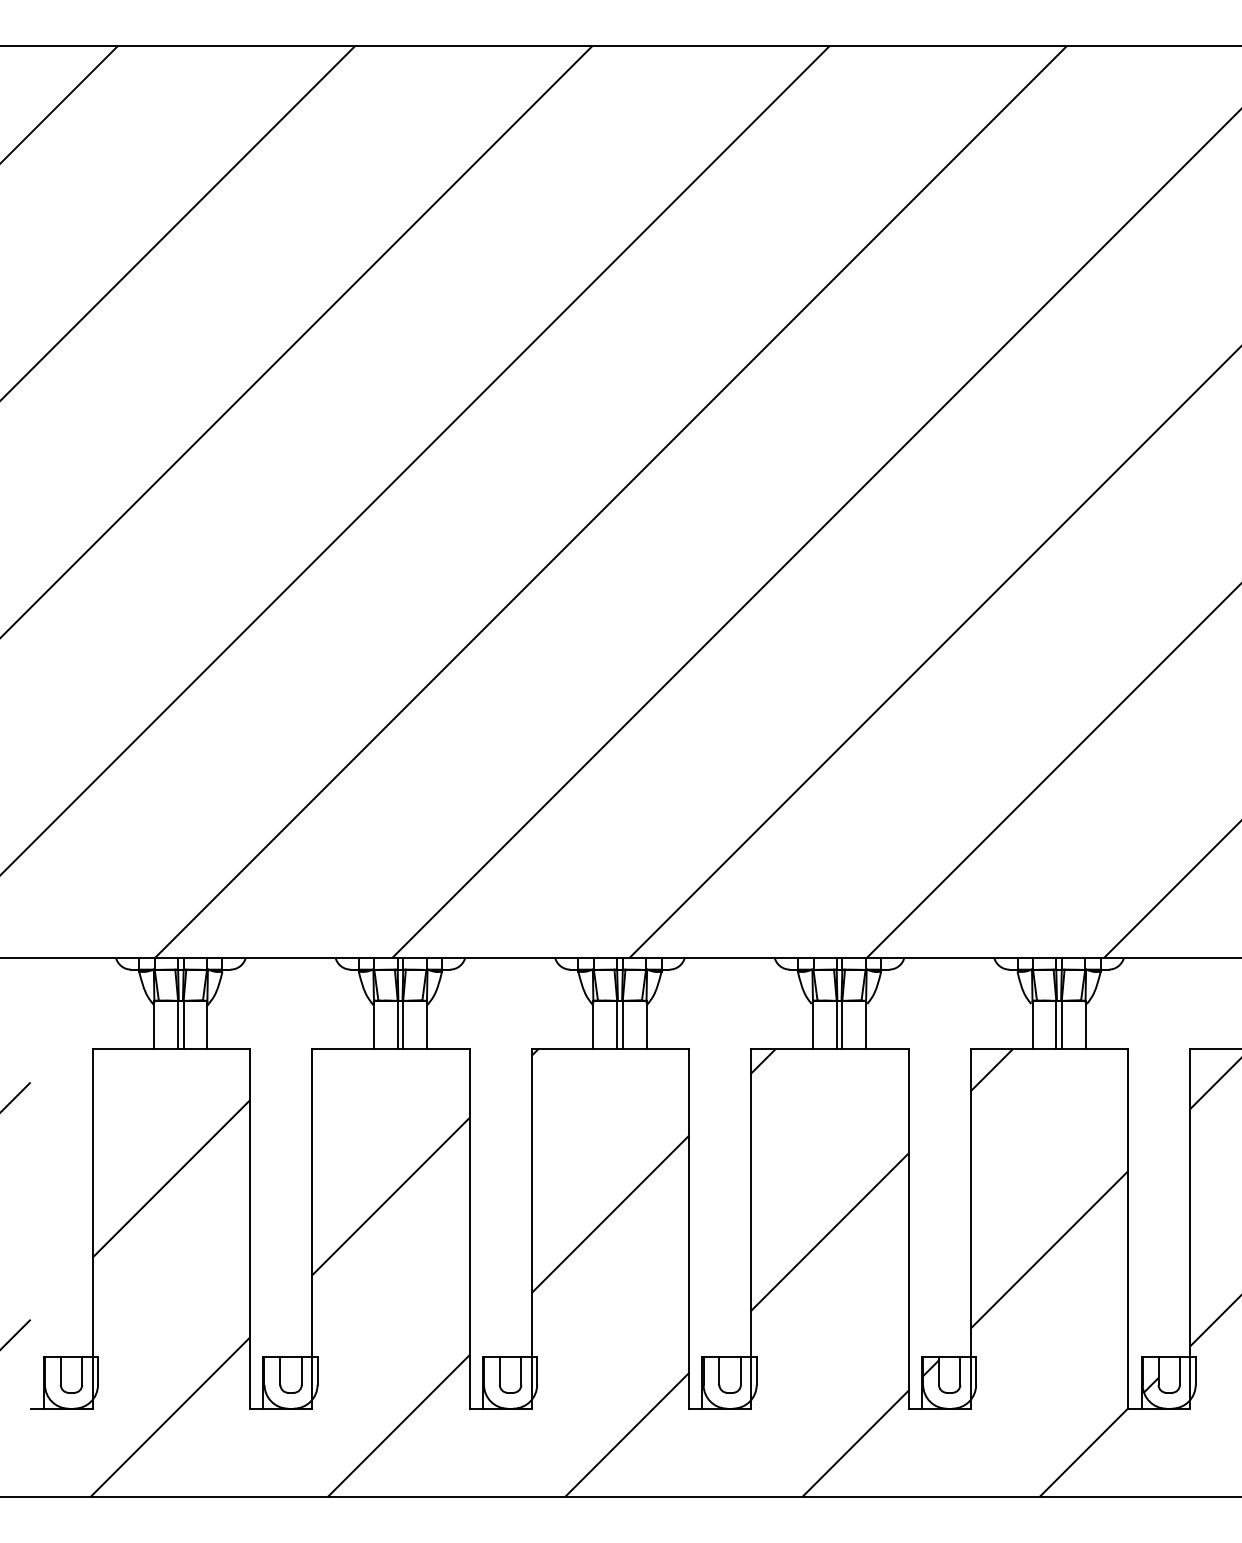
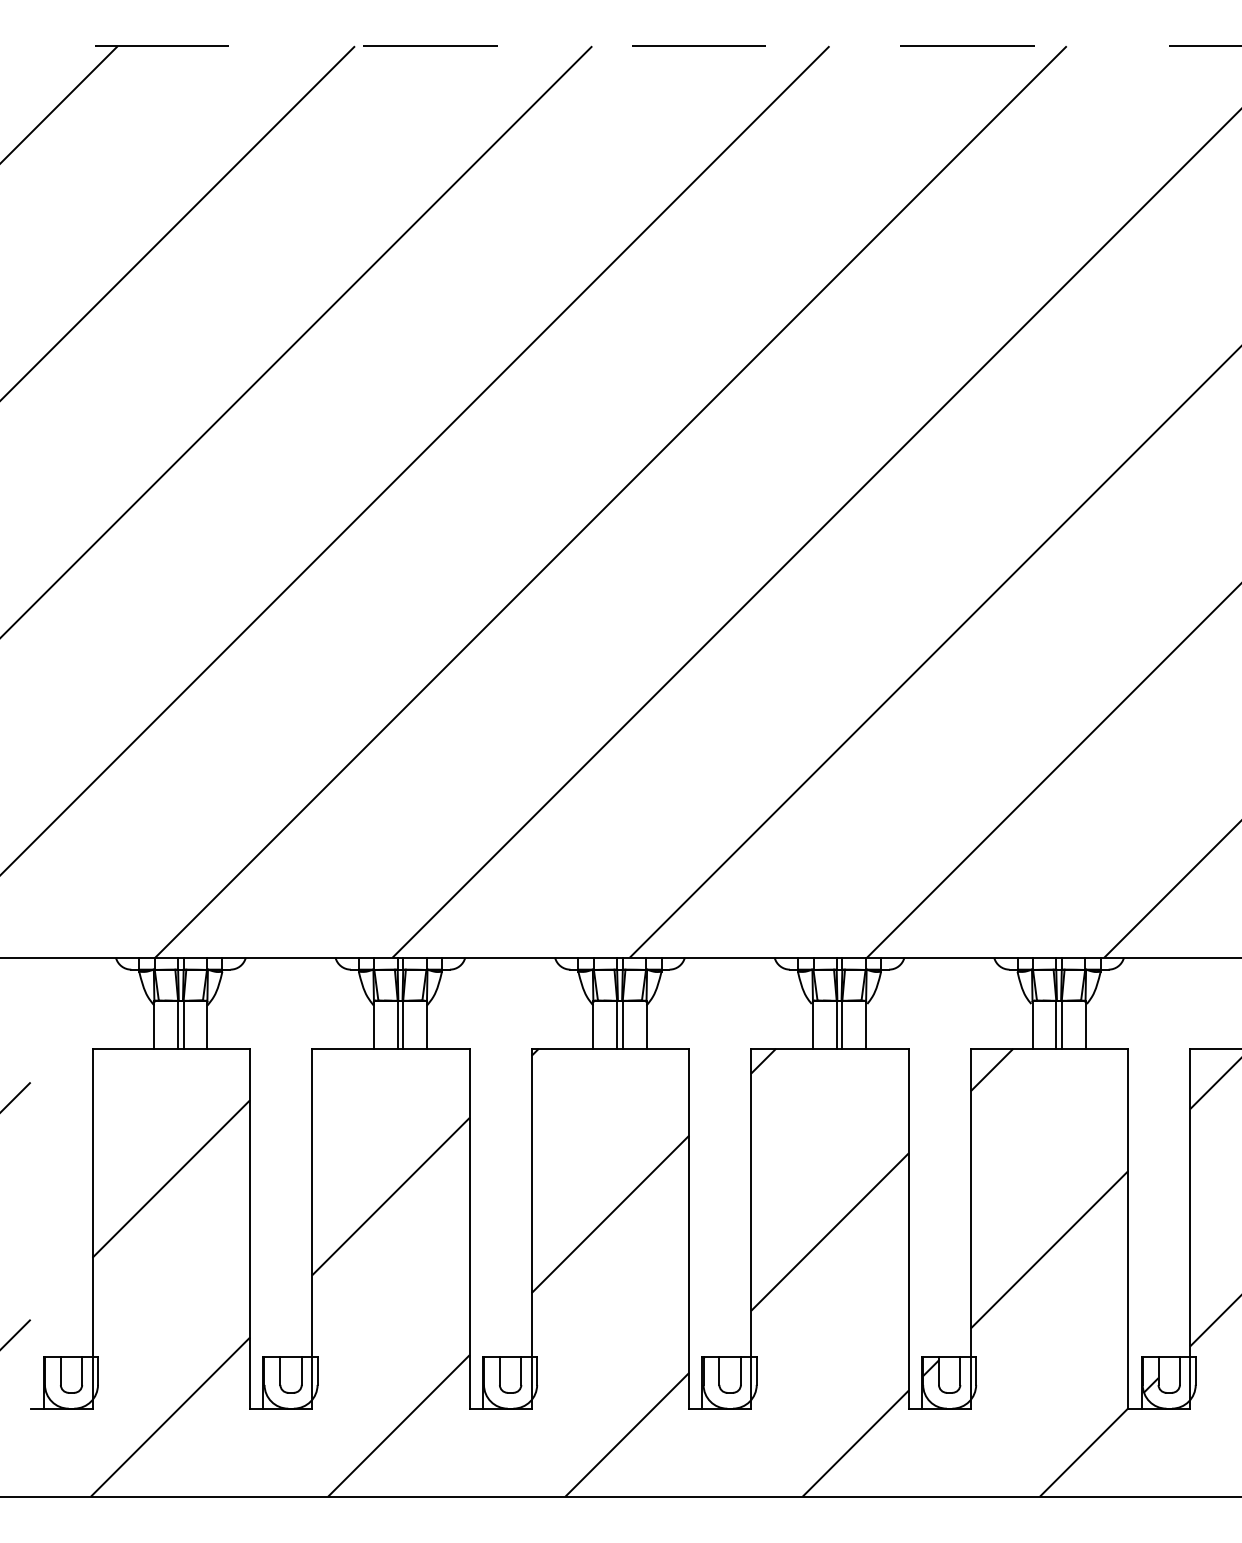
line at (620, 46): solid -> dashed
